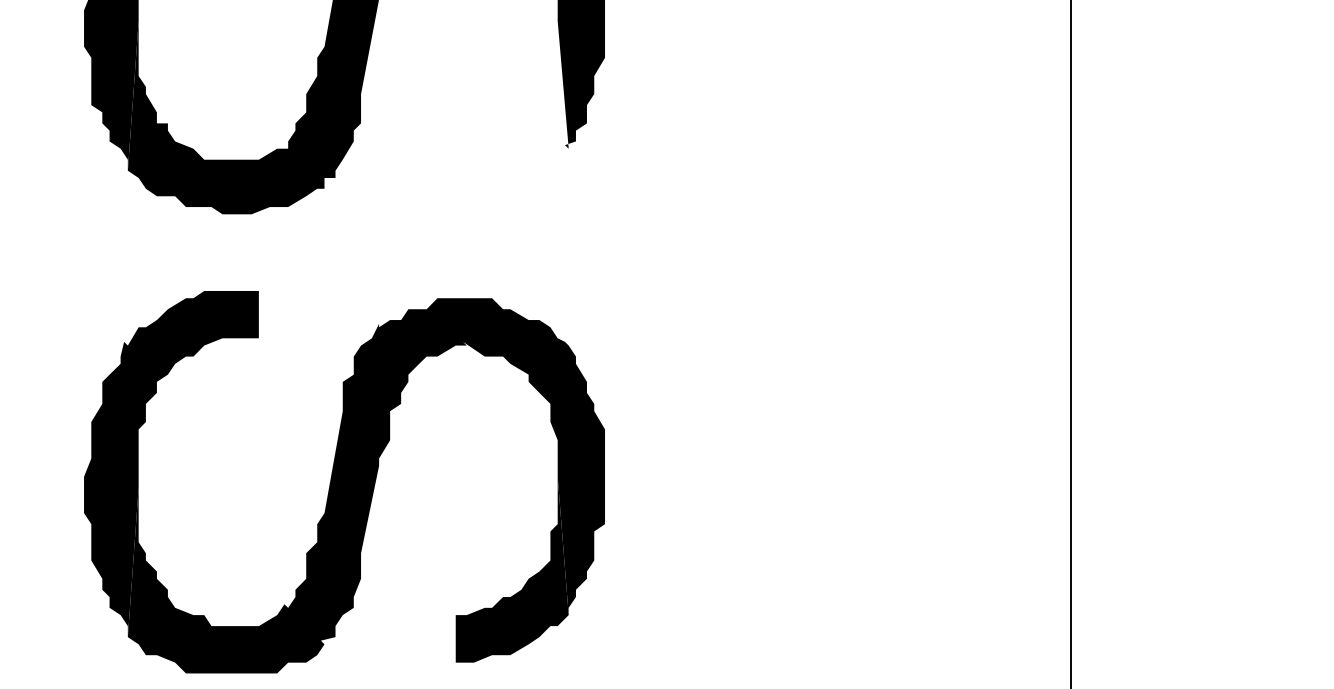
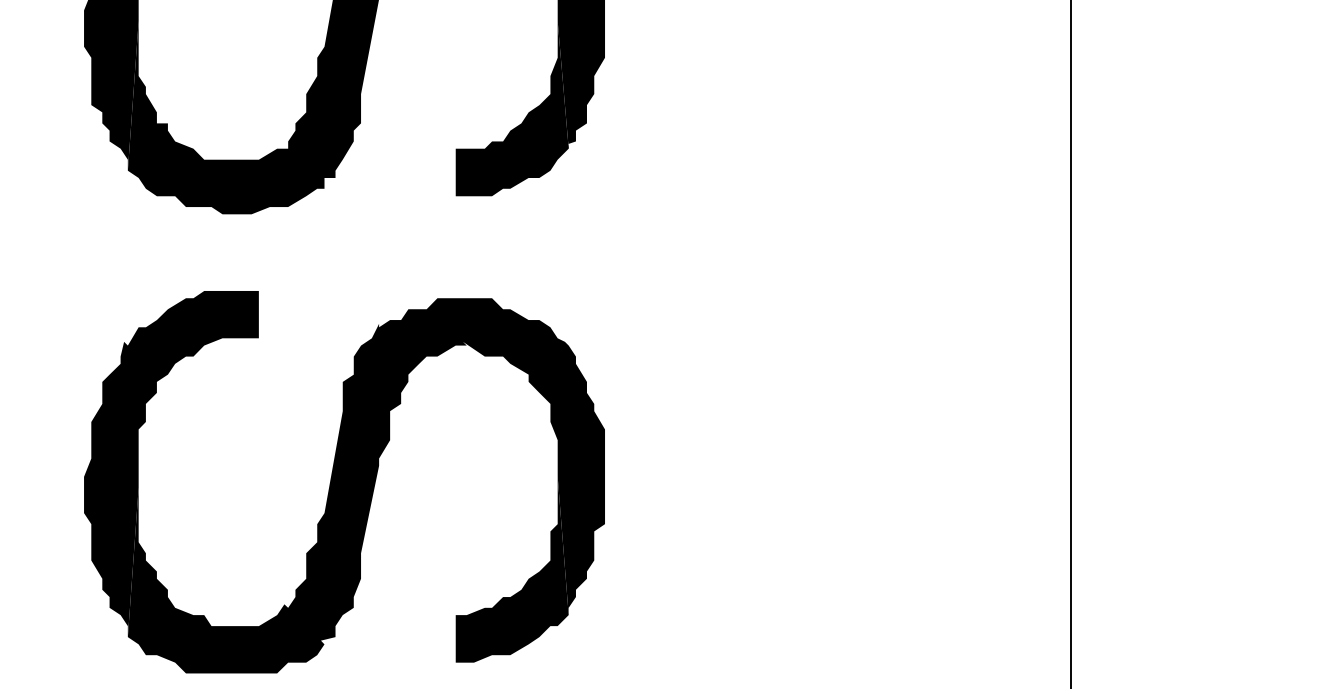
fill at (511, 108): none -> present
